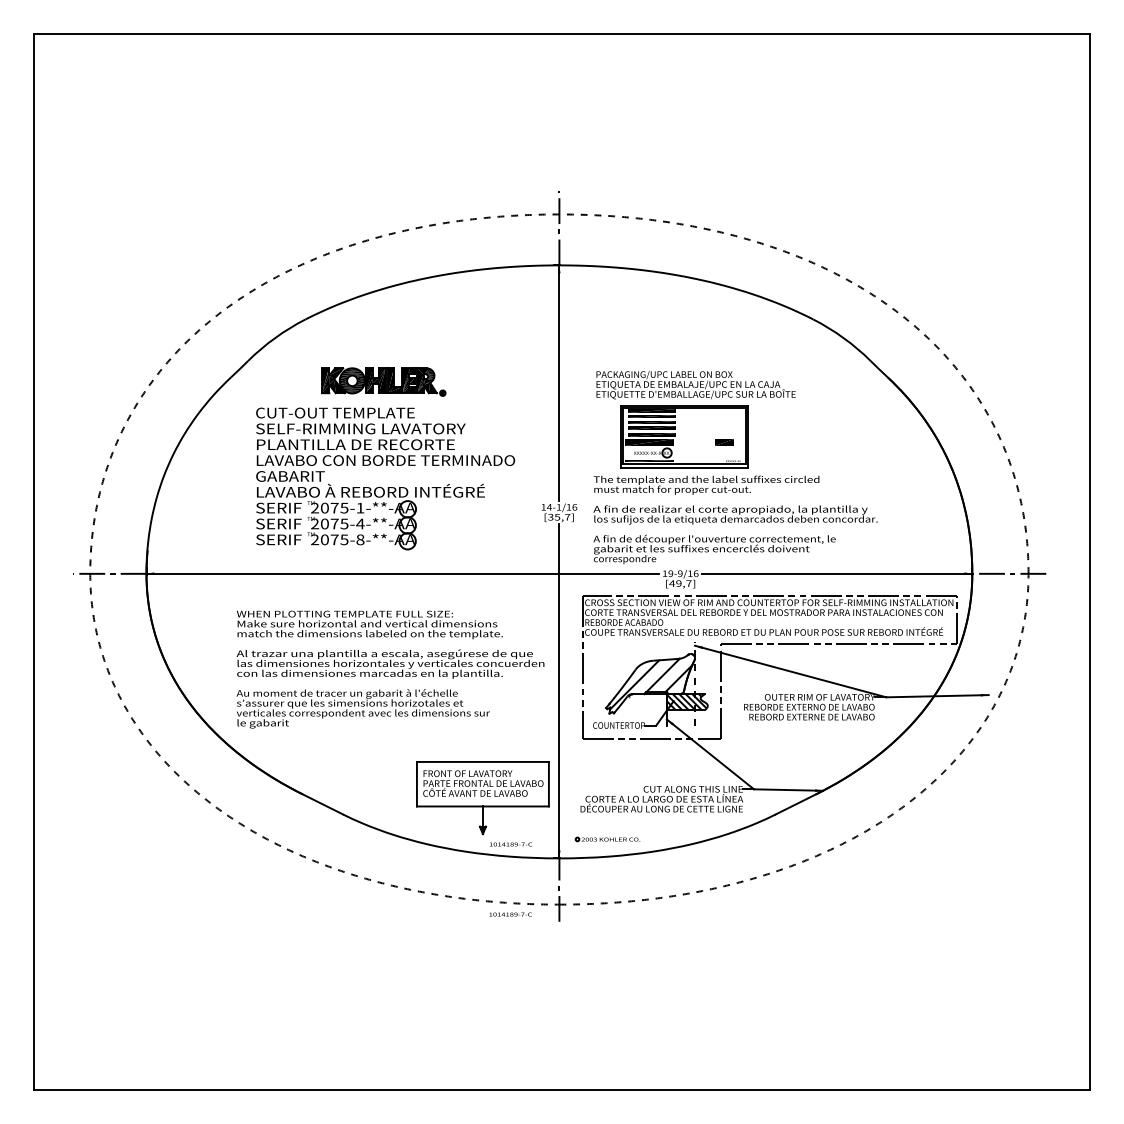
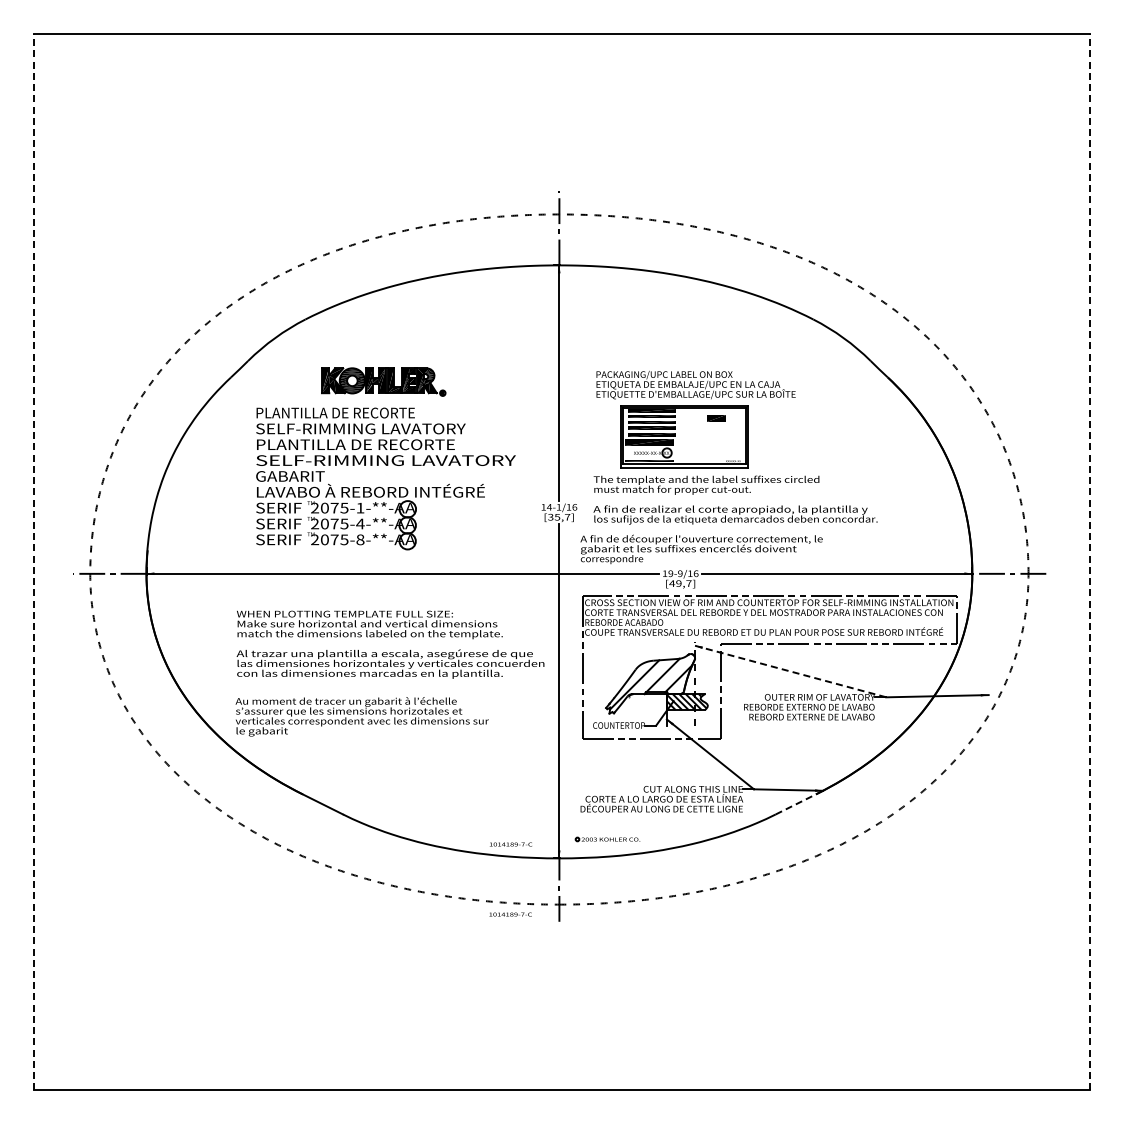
text at (335, 412): CUT-OUT TEMPLATE -> PLANTILLA DE RECORTE
part at (724, 442) position: (724, 442) -> (716, 418)
text at (385, 460): LAVABO CON BORDE TERMINADO -> SELF-RIMMING LAVATORY
text at (714, 549) position: (714, 549) -> (701, 549)
line at (33, 561): solid -> dashed
line at (1090, 561): solid -> dashed
line at (791, 671): solid -> dashed
text at (362, 708) position: (362, 708) -> (361, 716)
part at (482, 798): present -> none
line at (796, 804): solid -> dashed
